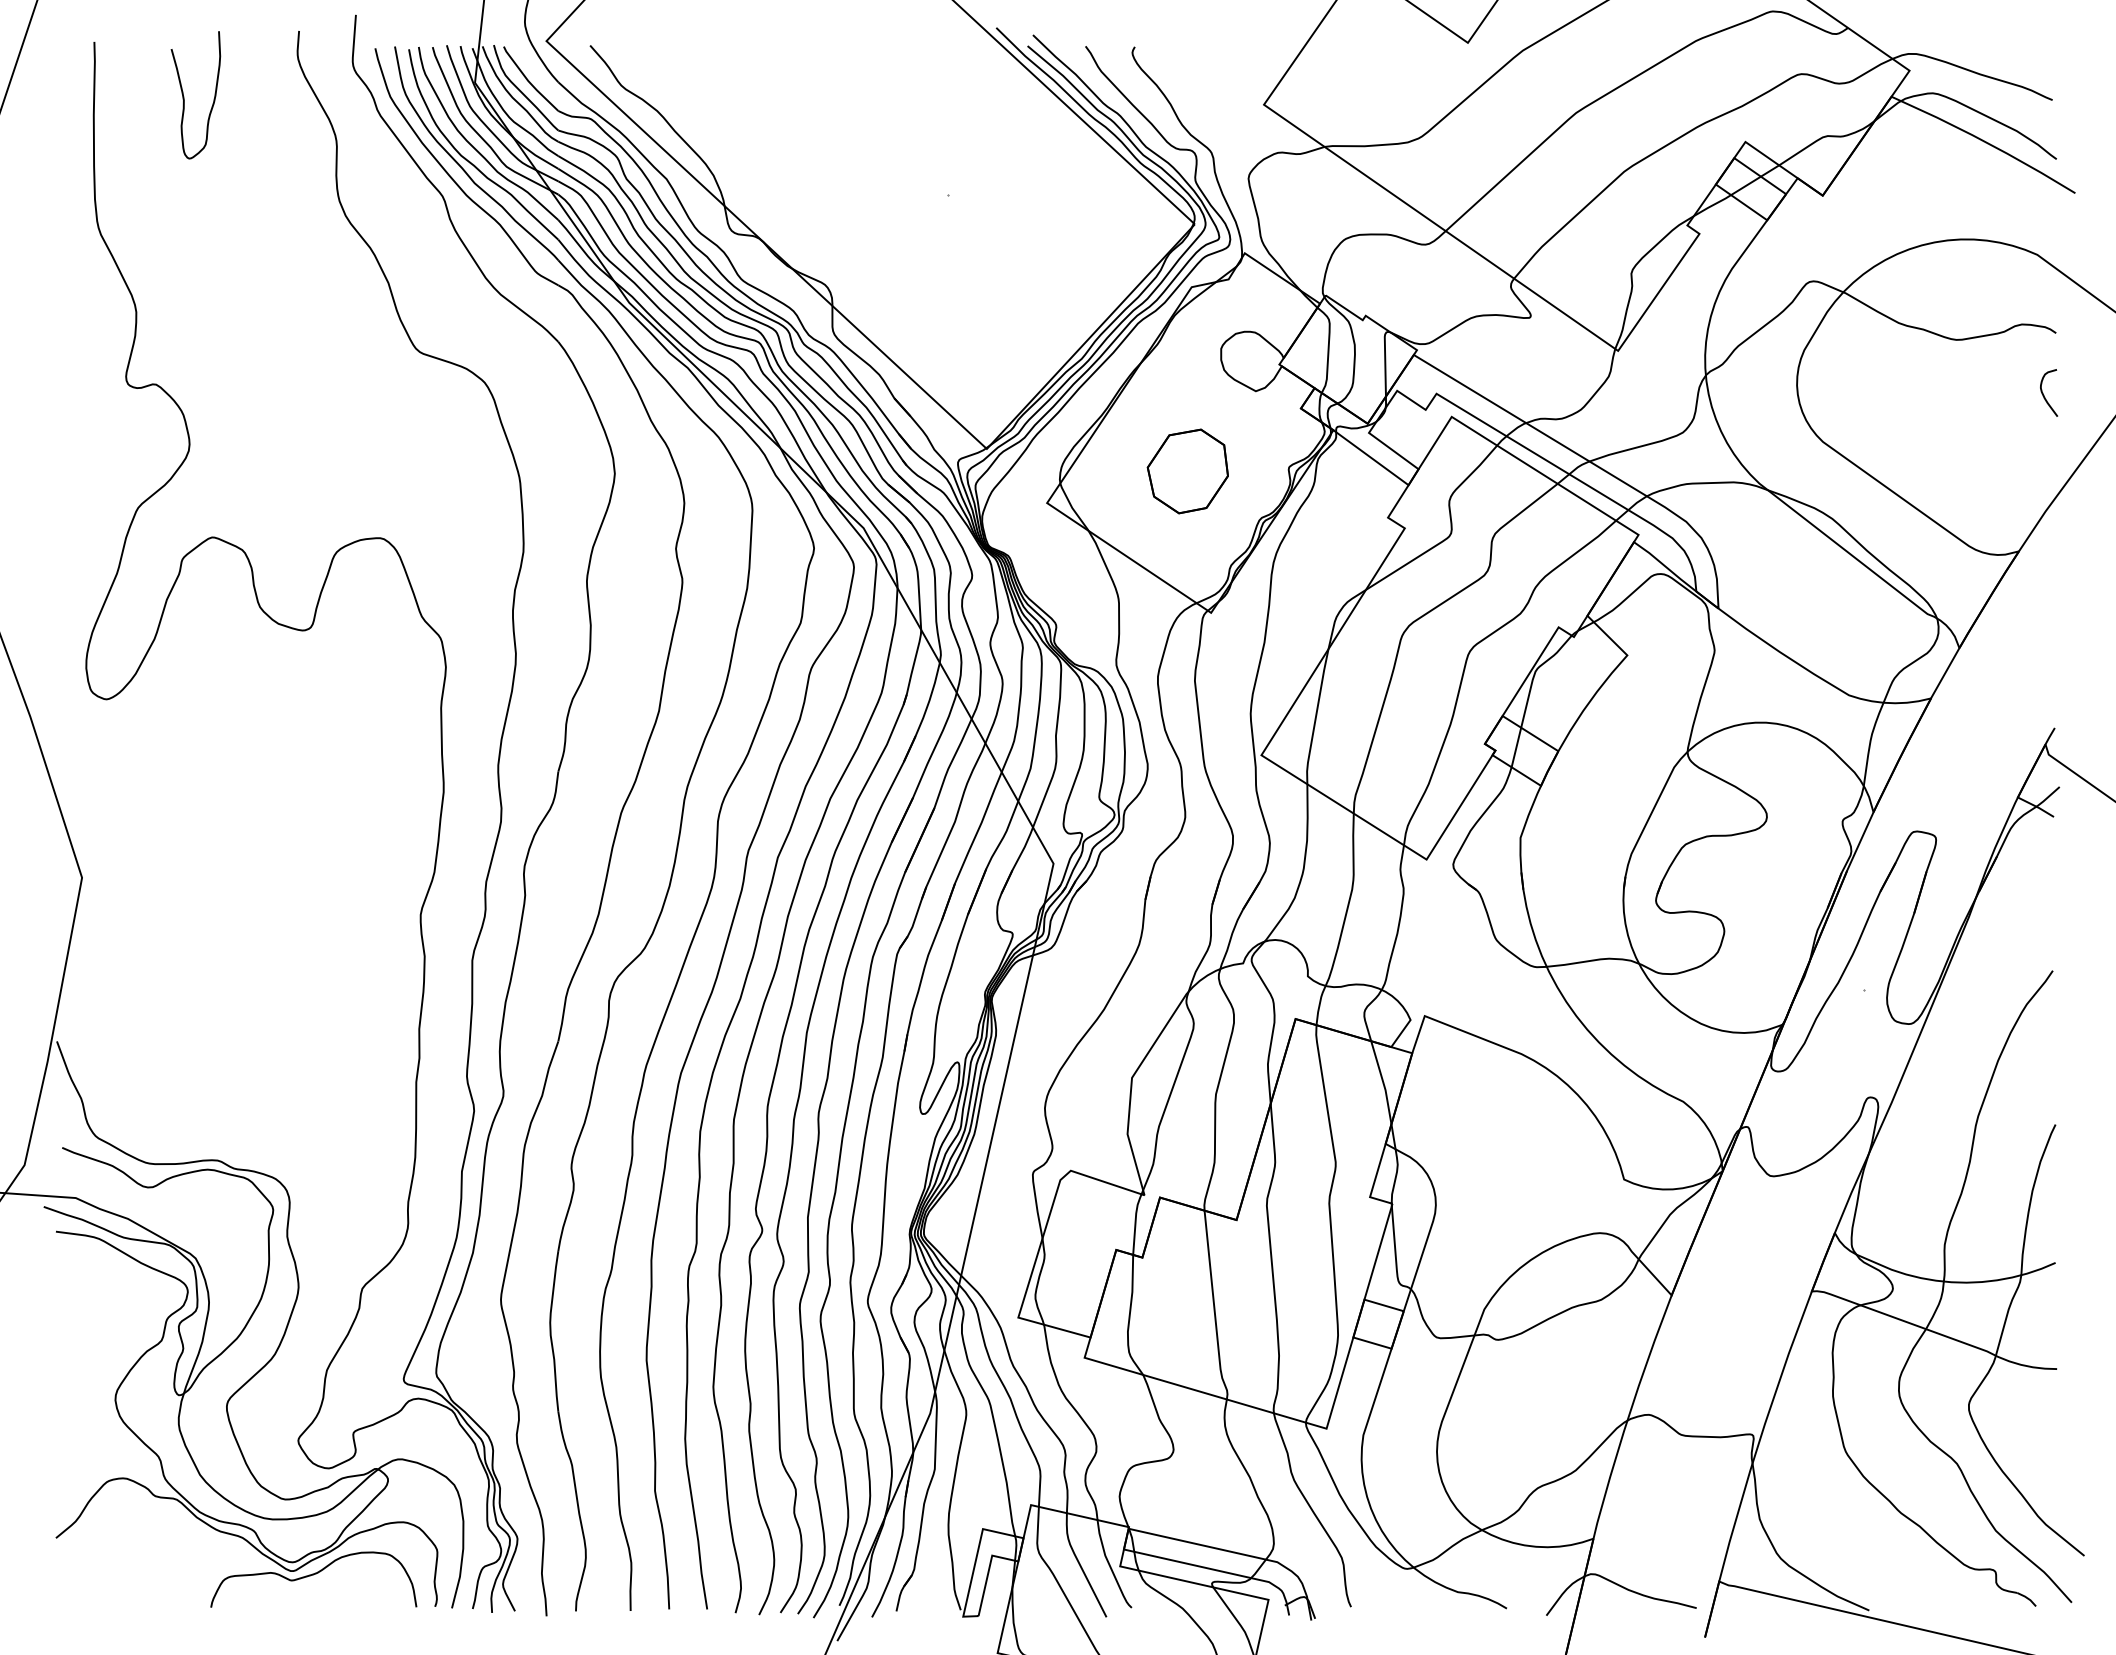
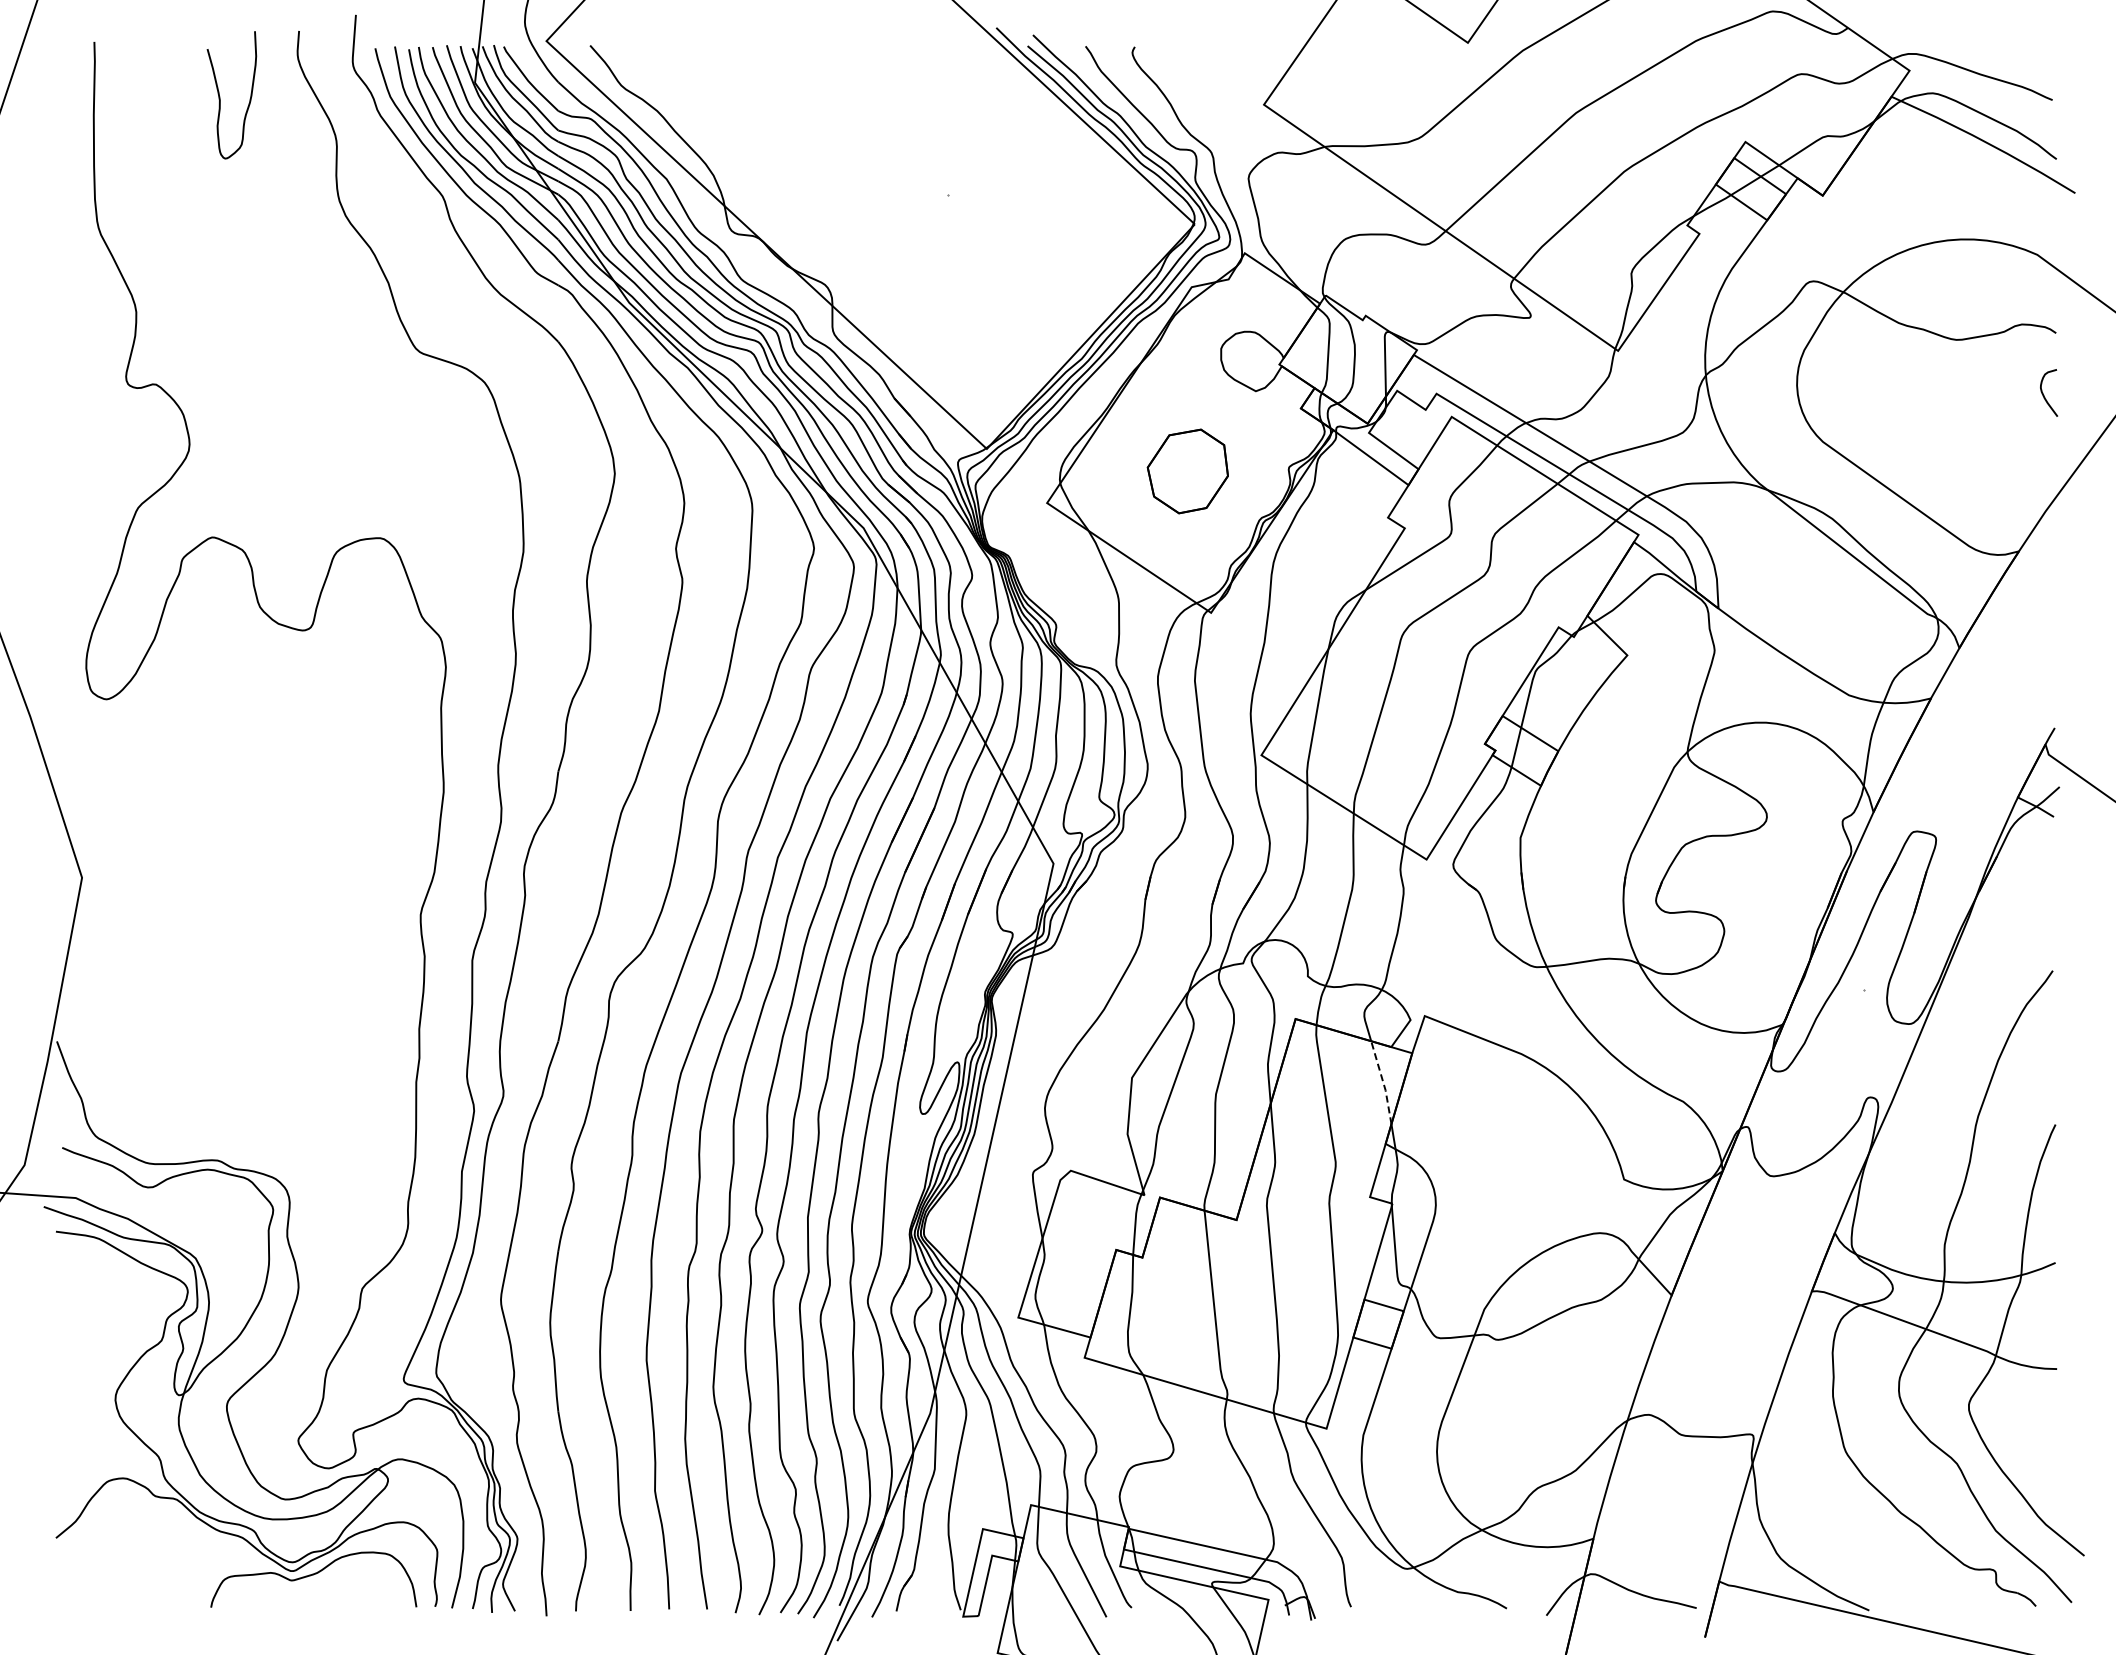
curve at (184, 96) position: (184, 96) -> (220, 96)
line at (1383, 1082): solid -> dashed
